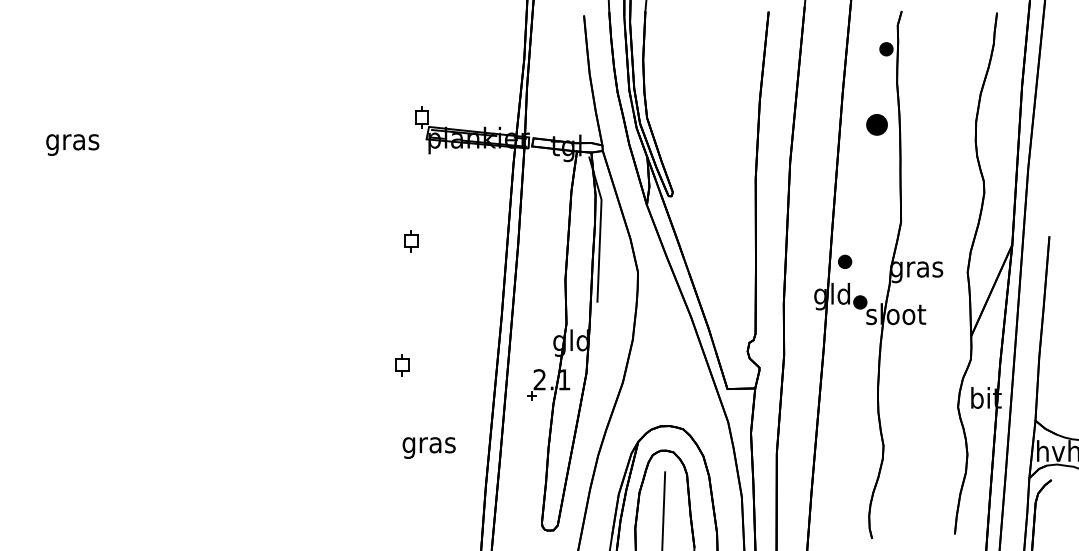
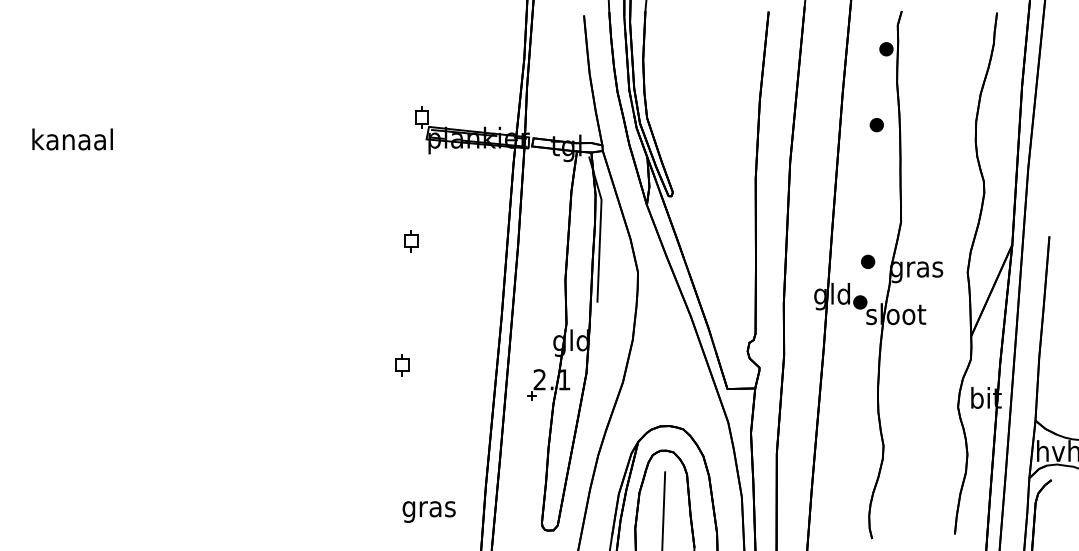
part at (876, 124) size: 22x22 px -> 15x15 px
text at (72, 141): gras -> kanaal
part at (845, 261) position: (845, 261) -> (868, 261)
text at (428, 447) position: (428, 447) -> (428, 511)
